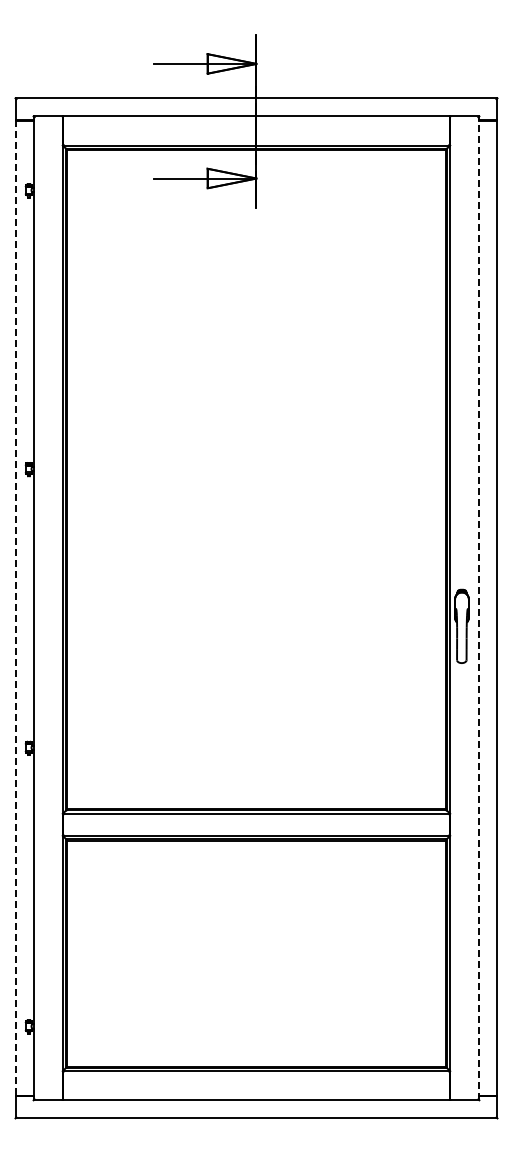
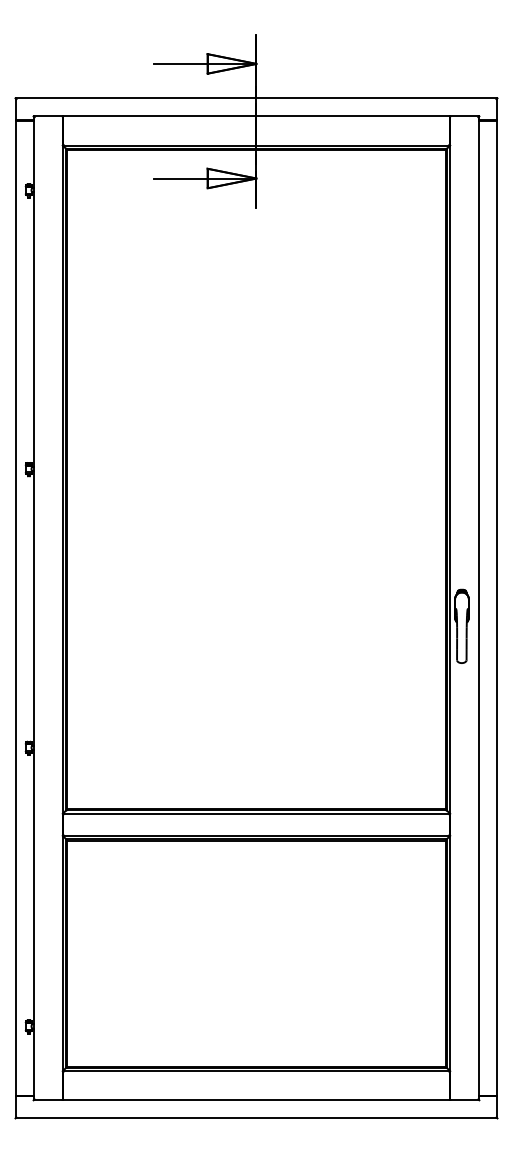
line at (15, 608): dashed -> solid
line at (479, 608): dashed -> solid
